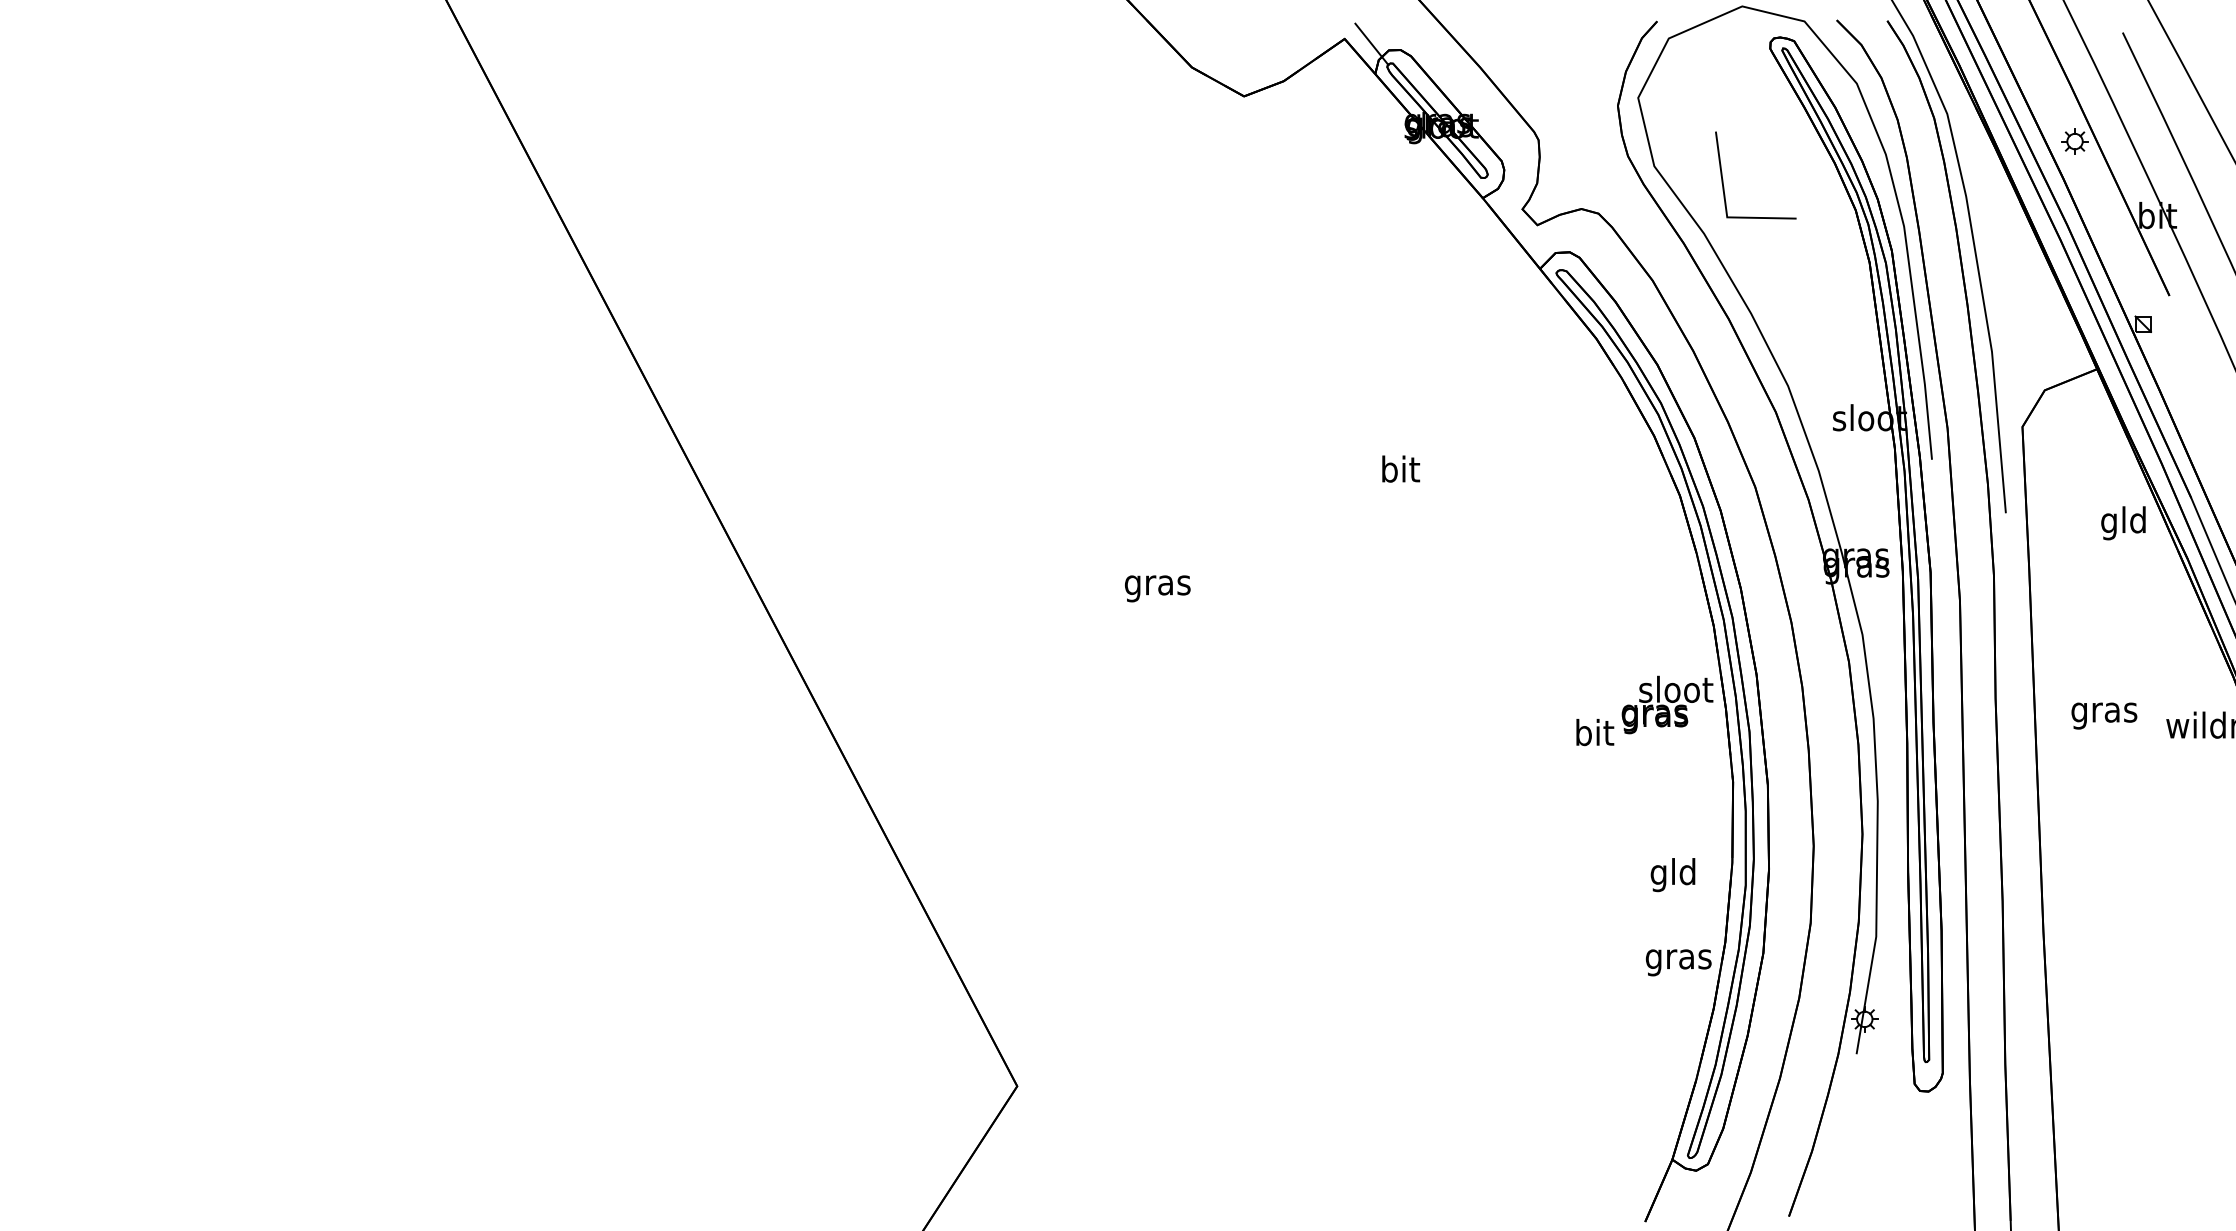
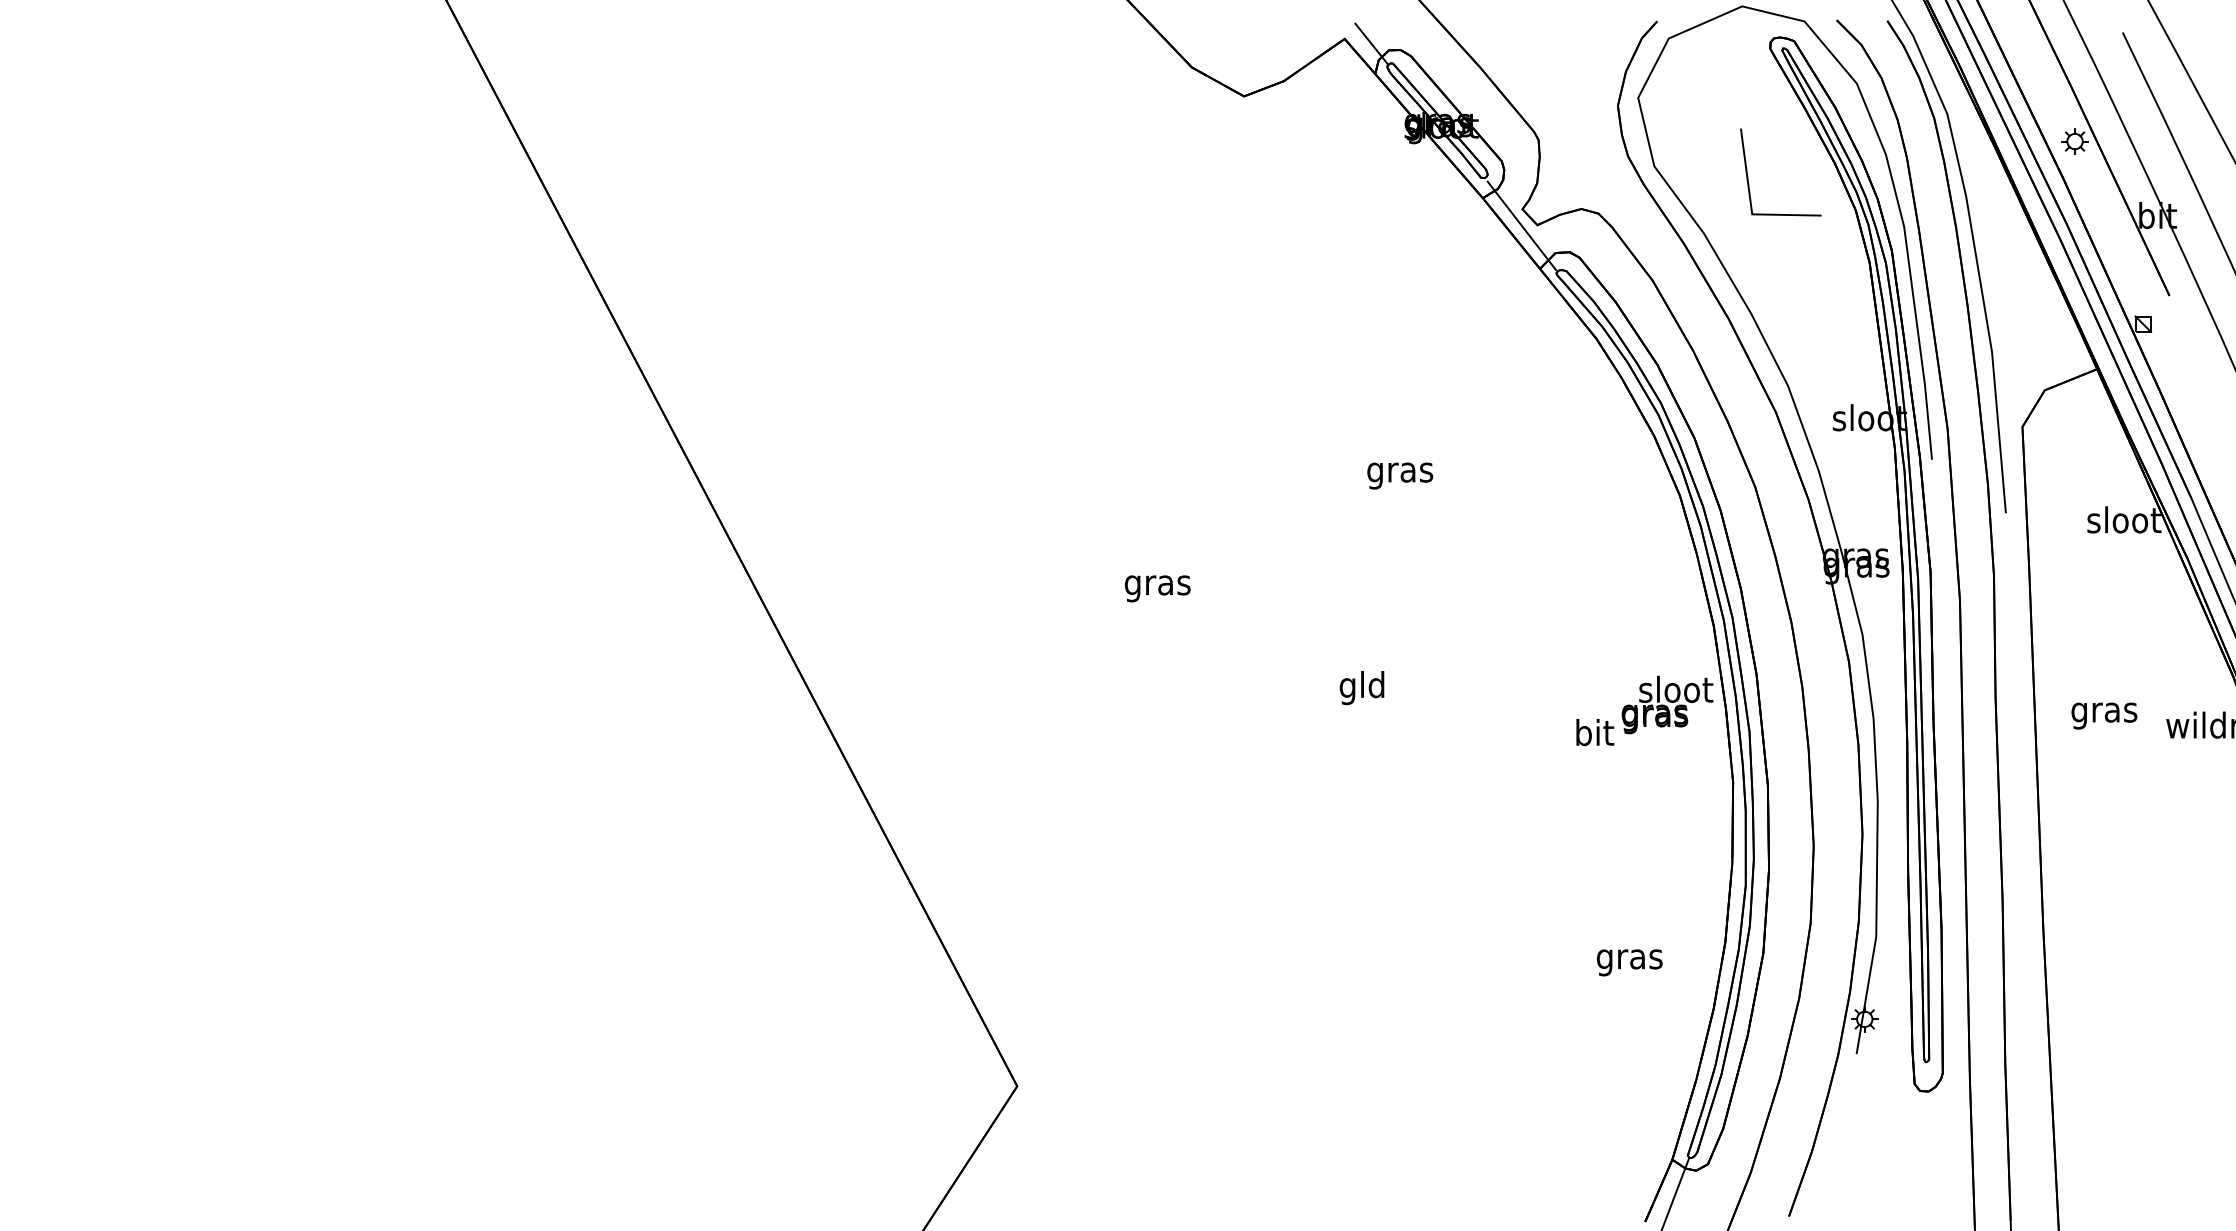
line at (1723, 179) position: (1723, 179) -> (1748, 176)
line at (1521, 225): none -> present
text at (1400, 472): bit -> gras
text at (2124, 523): gld -> sloot
text at (1672, 875) position: (1672, 875) -> (1361, 688)
text at (1678, 962) position: (1678, 962) -> (1629, 962)
line at (1675, 1192): none -> present
